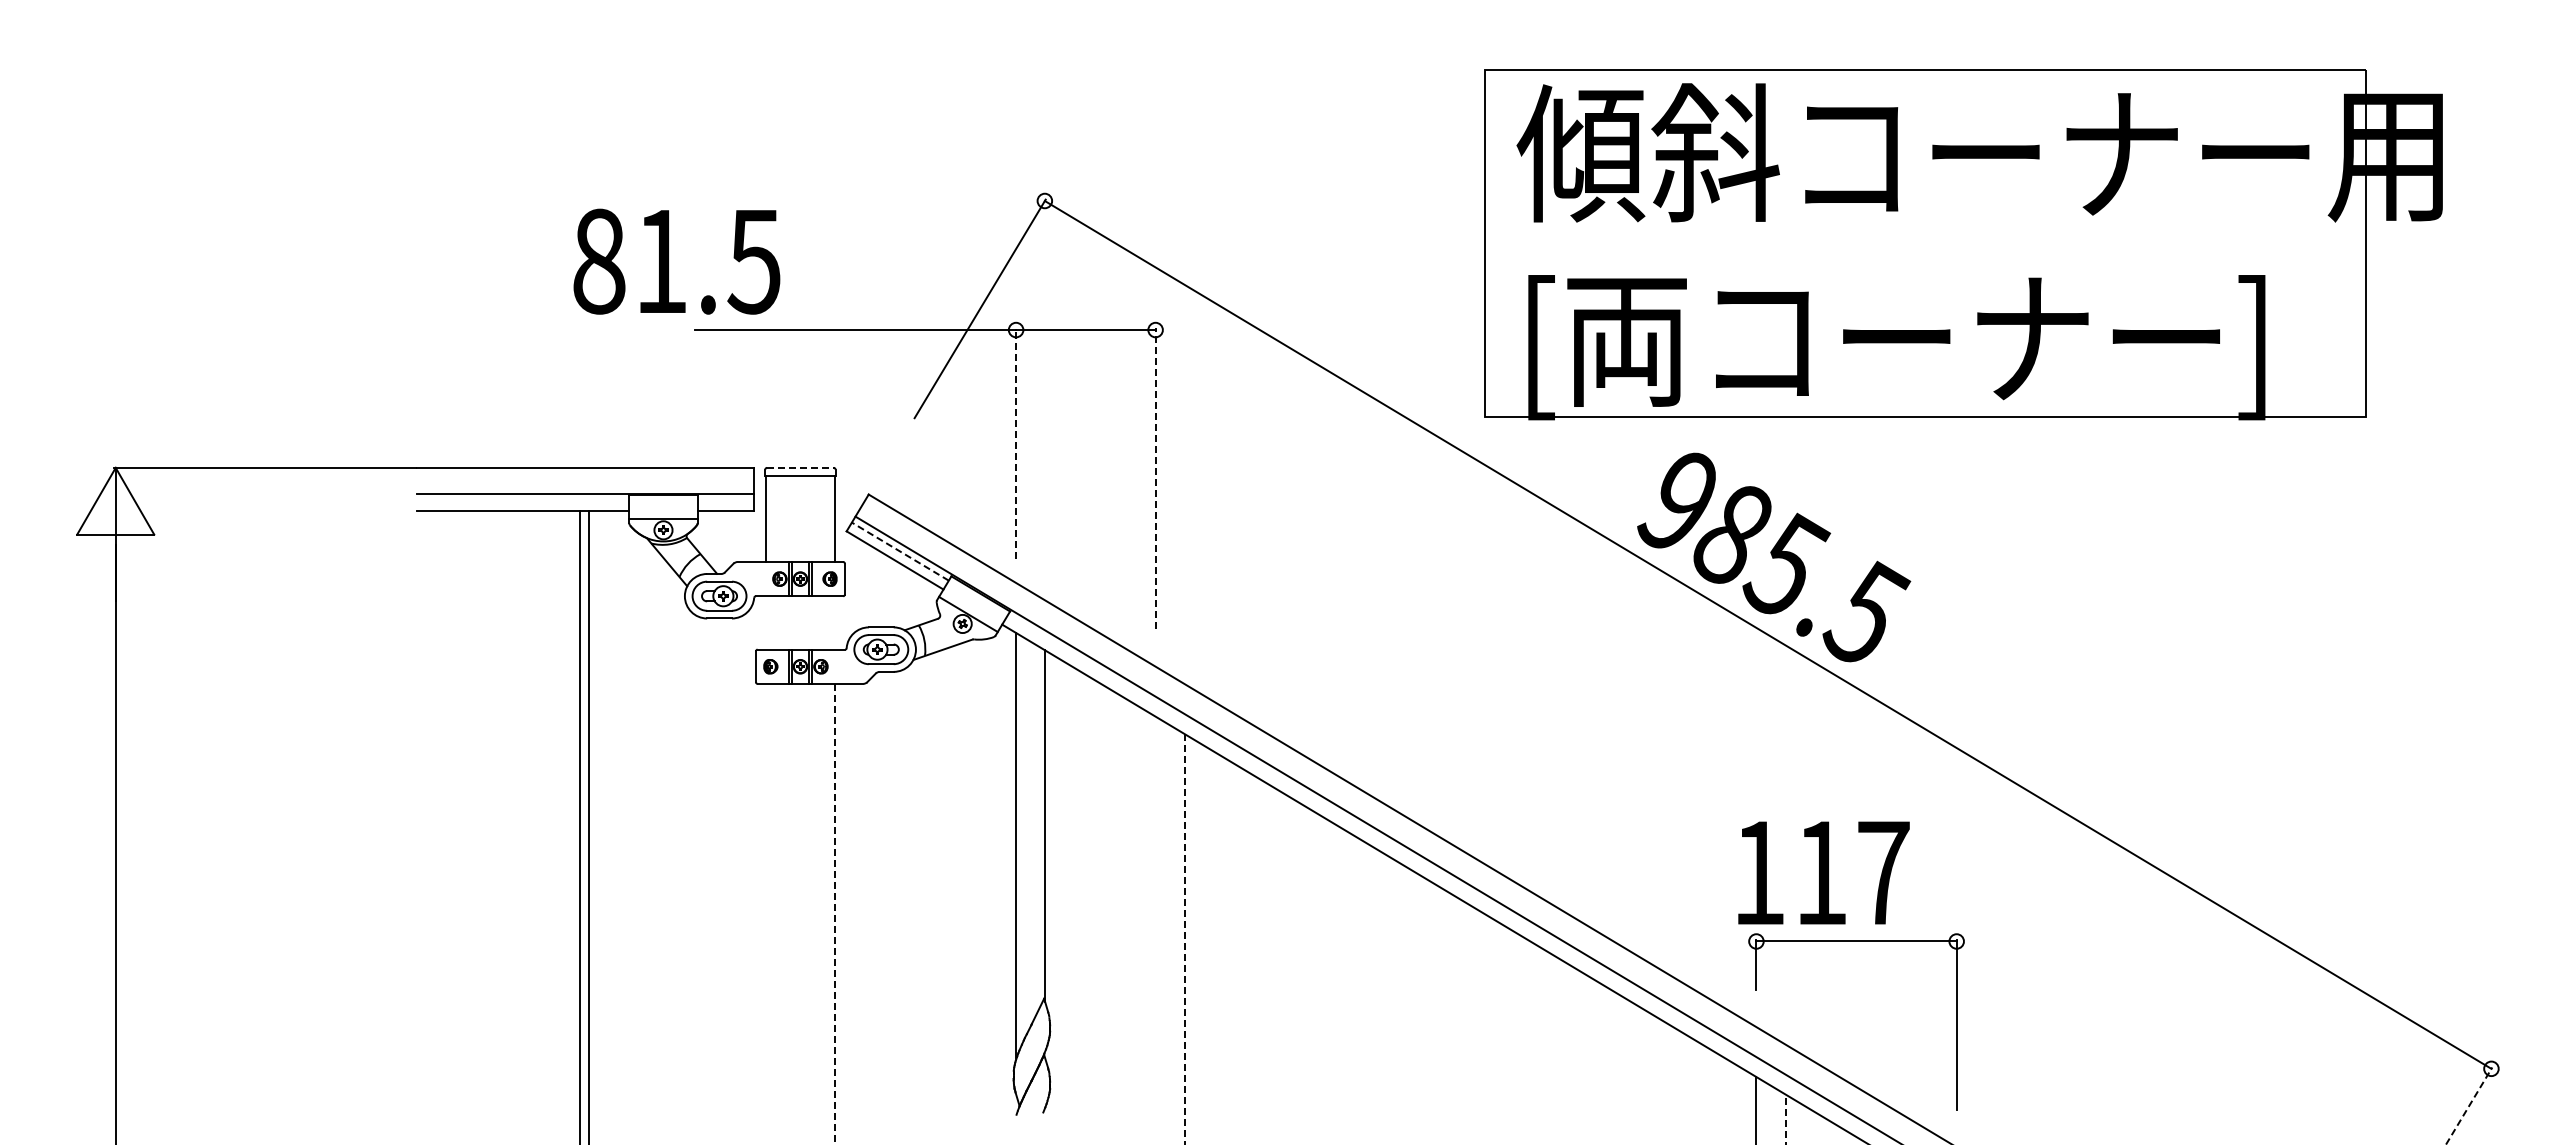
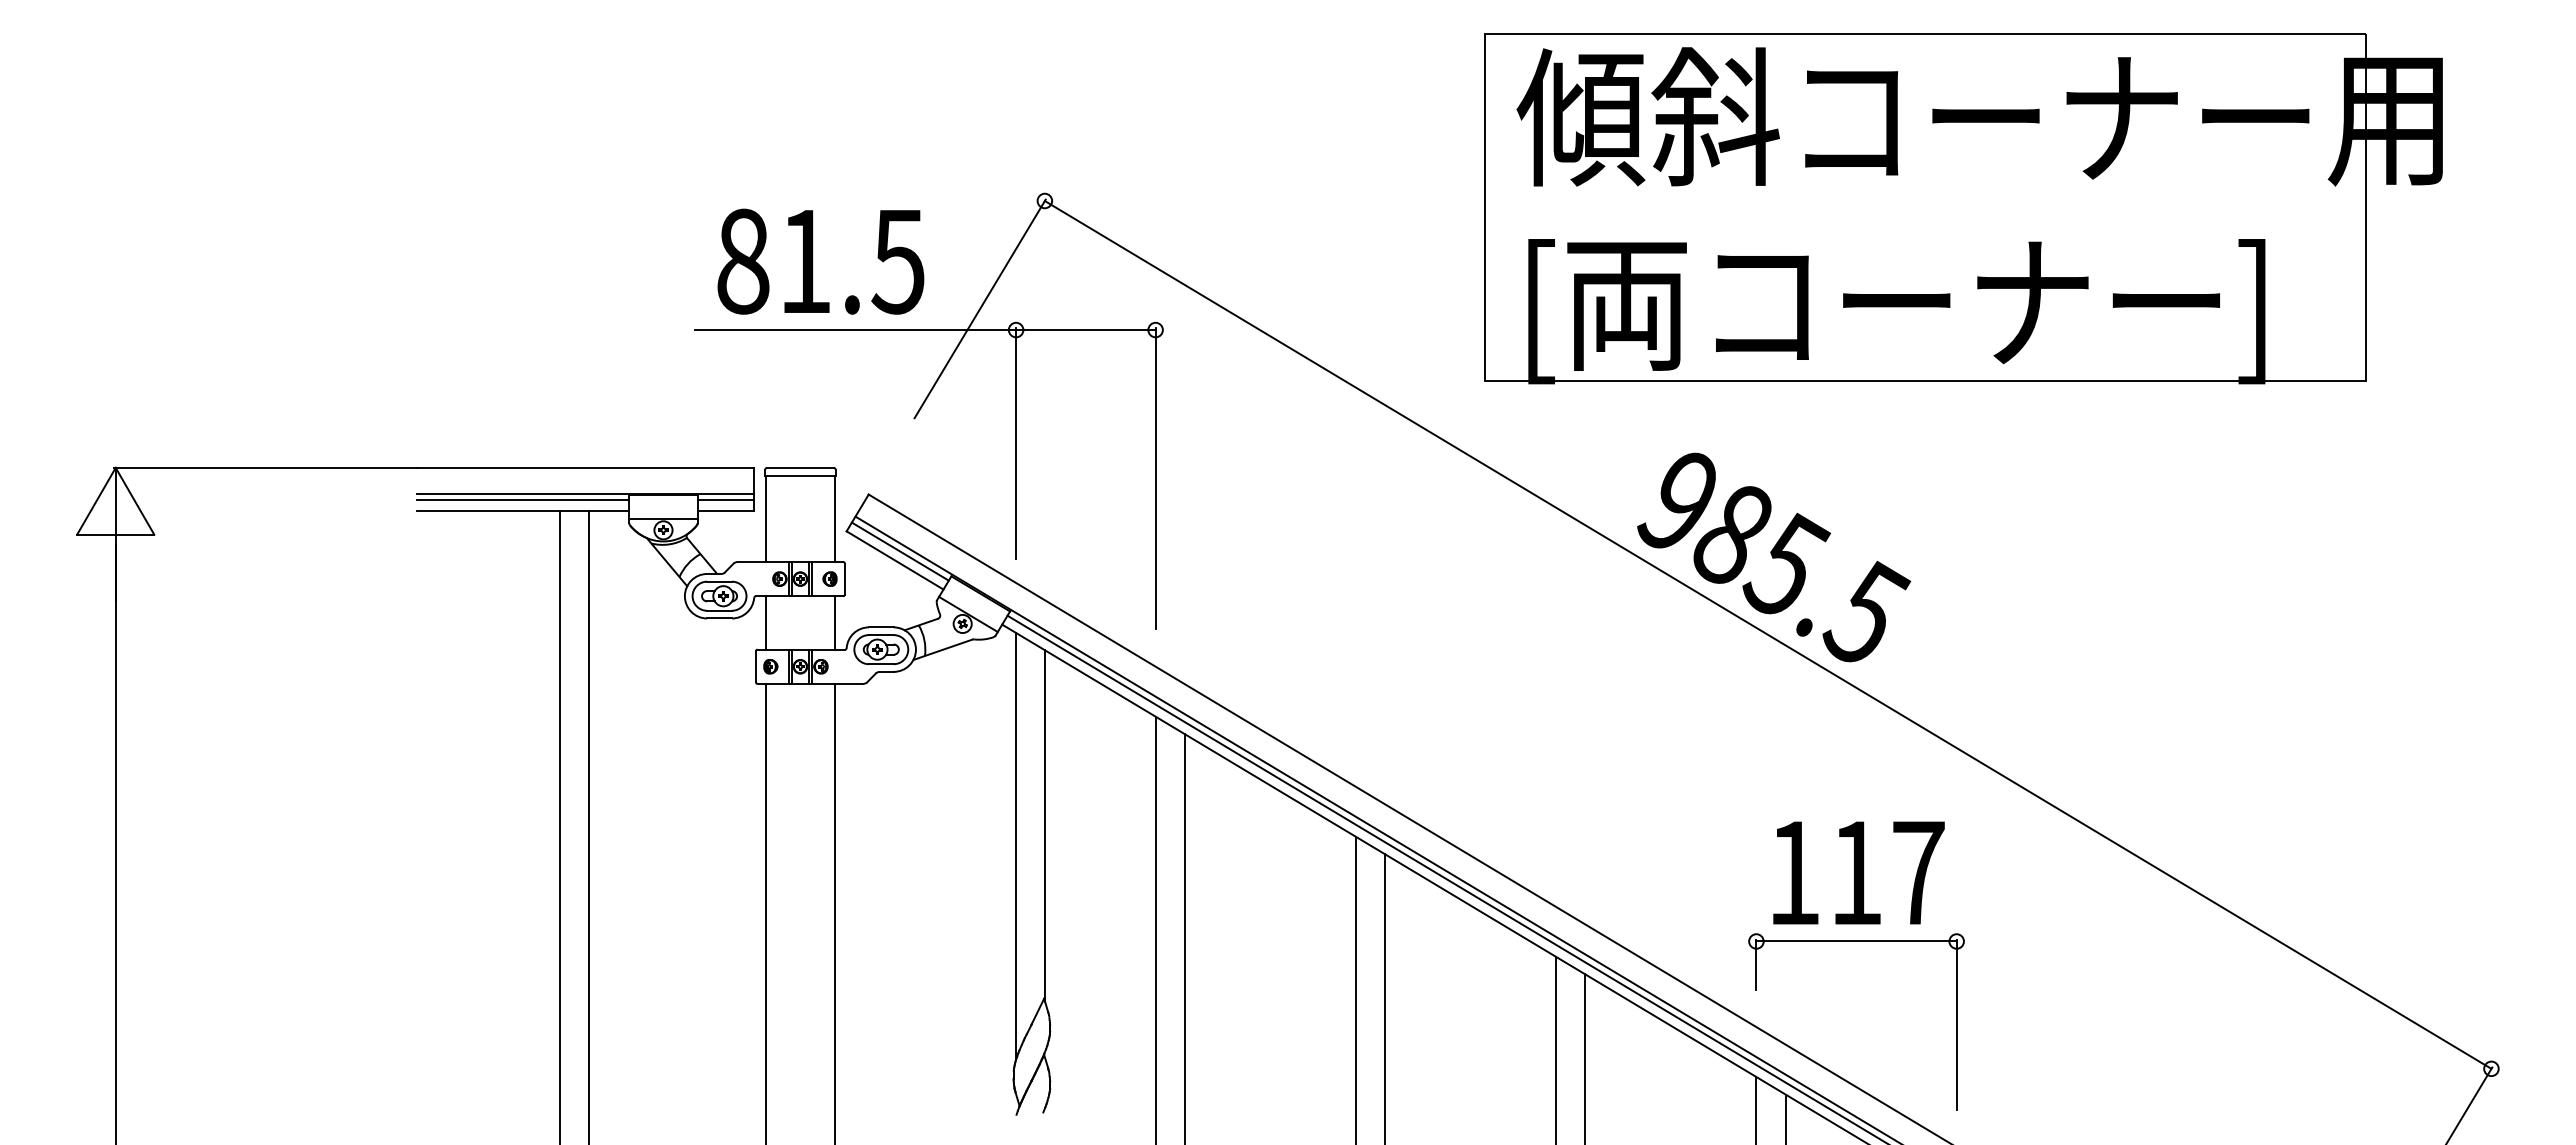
part at (1963, 244) position: (1963, 244) -> (1963, 208)
text at (676, 261) position: (676, 261) -> (820, 261)
line at (1016, 443): dashed -> solid
line at (800, 467): dashed -> solid
line at (1155, 478): dashed -> solid
line at (523, 500): none -> present
line at (725, 500): none -> present
line at (899, 551): dashed -> solid
line at (765, 622): none -> present
line at (835, 622): none -> present
line at (579, 825) position: (579, 825) -> (559, 825)
text at (1823, 872) position: (1823, 872) -> (1858, 872)
line at (1445, 878): none -> present
line at (765, 912): none -> present
line at (835, 914): dashed -> solid
line at (1155, 928): none -> present
line at (1184, 939): dashed -> solid
line at (1355, 988): none -> present
line at (1384, 997): none -> present
line at (1556, 1048): none -> present
line at (1585, 1057): none -> present
line at (2469, 1106): dashed -> solid
line at (1785, 1119): dashed -> solid
